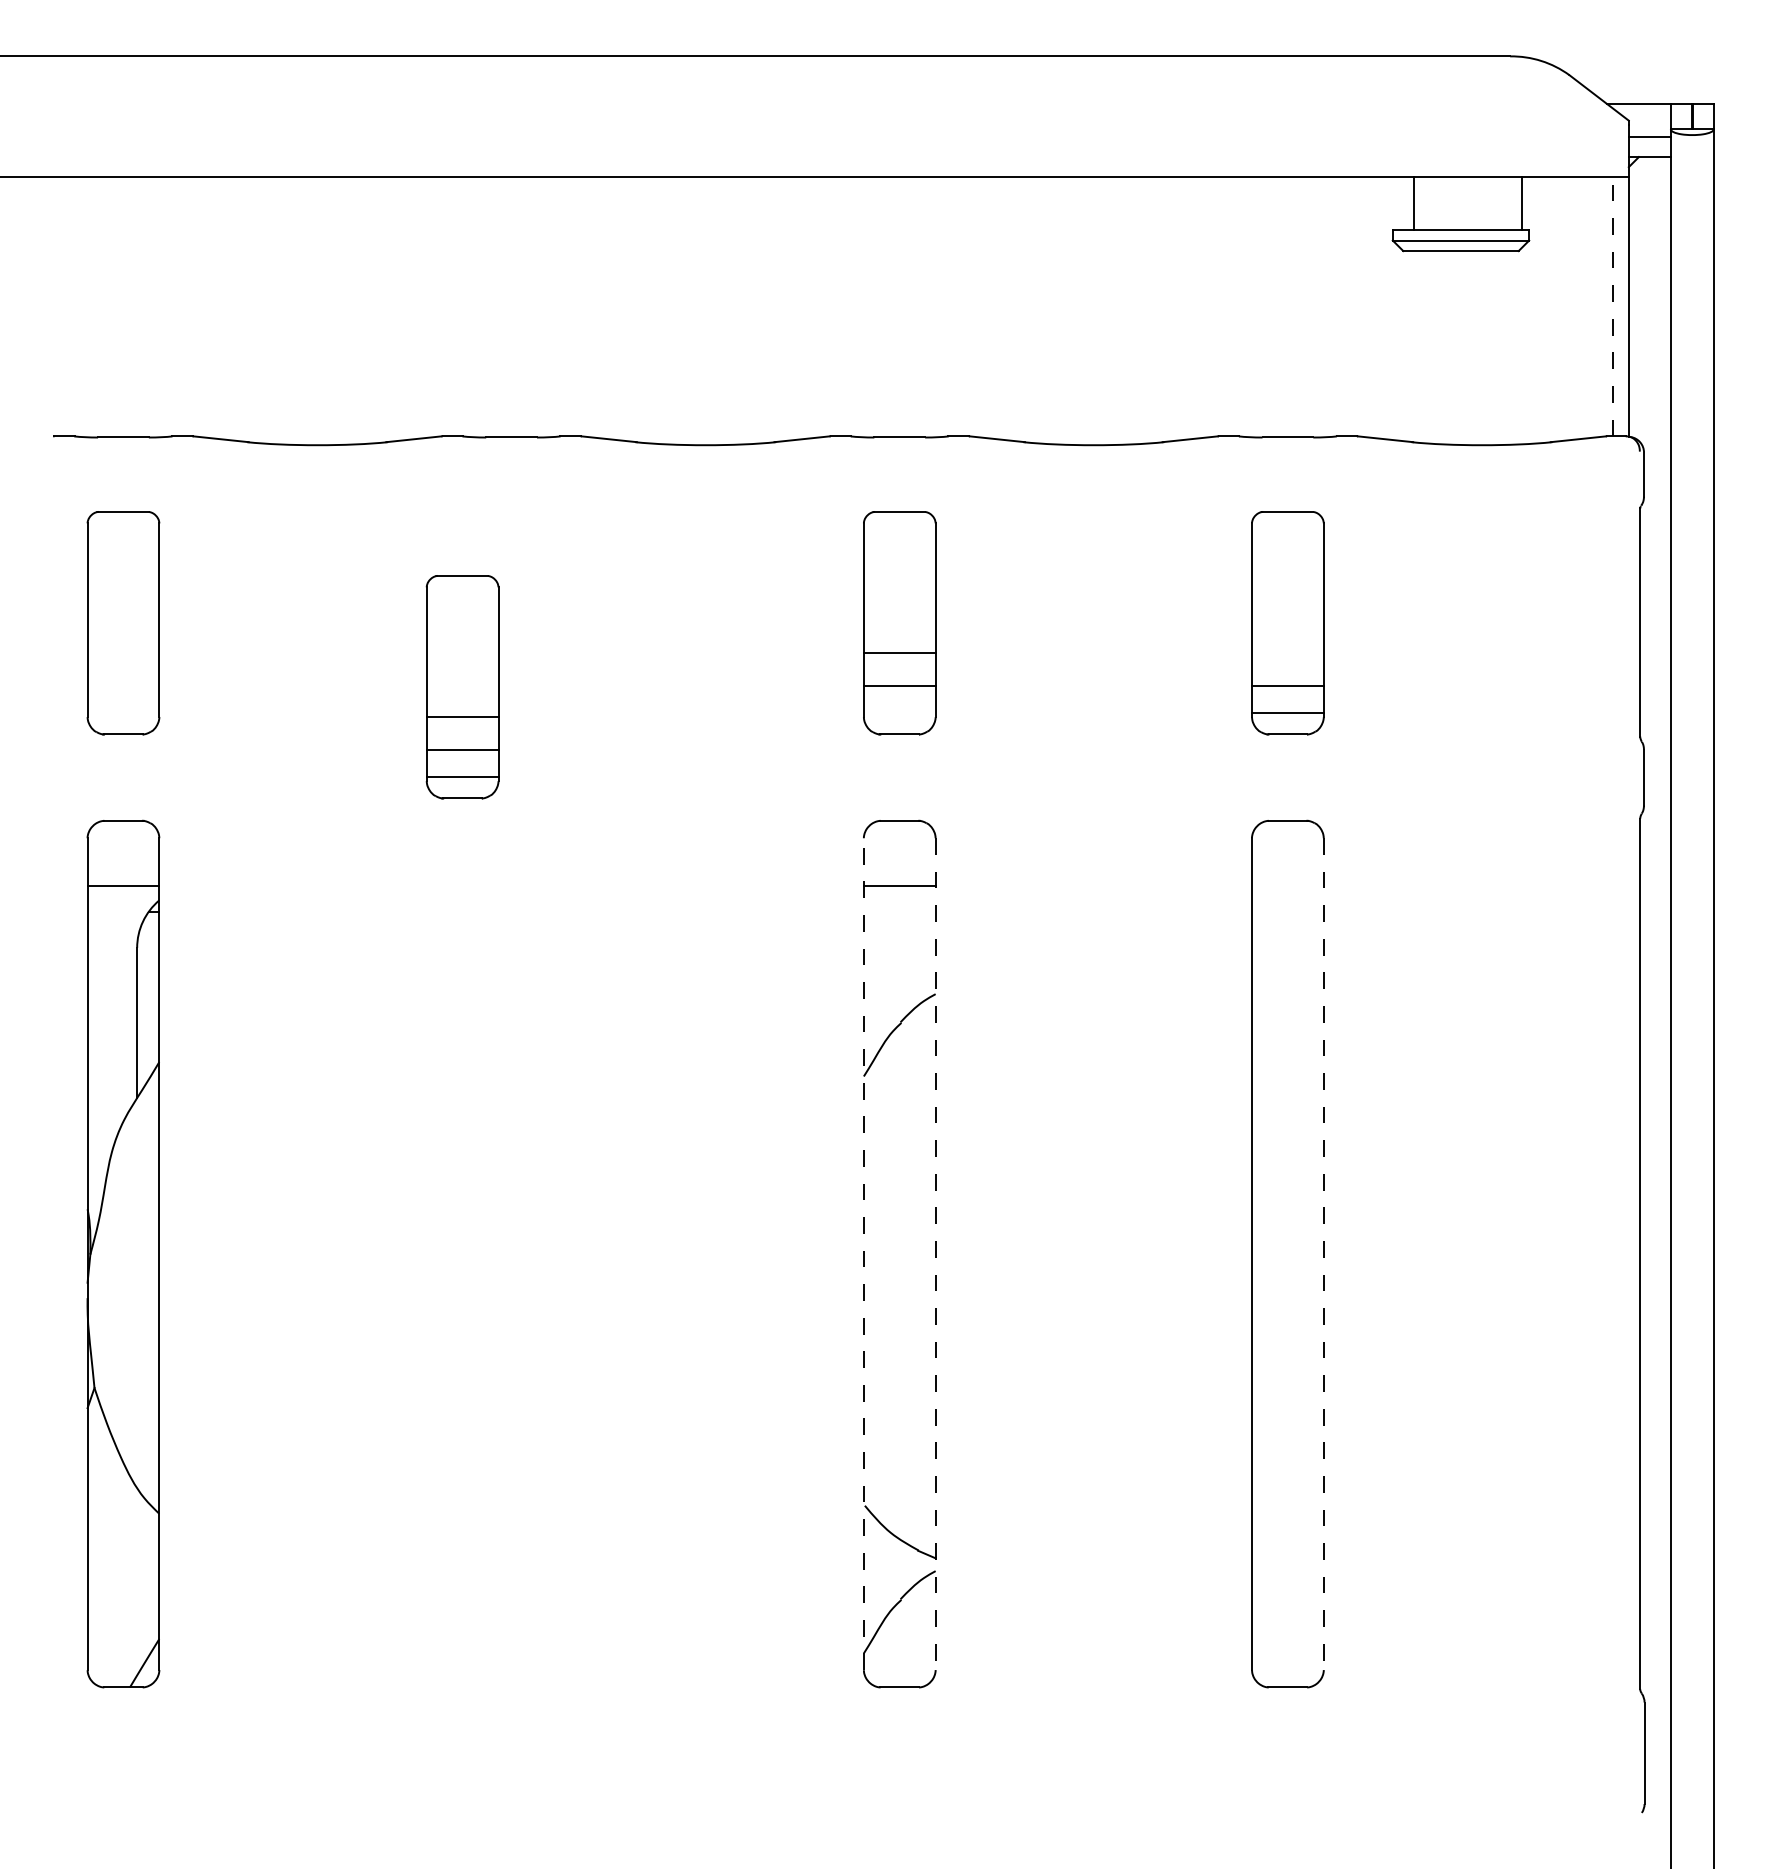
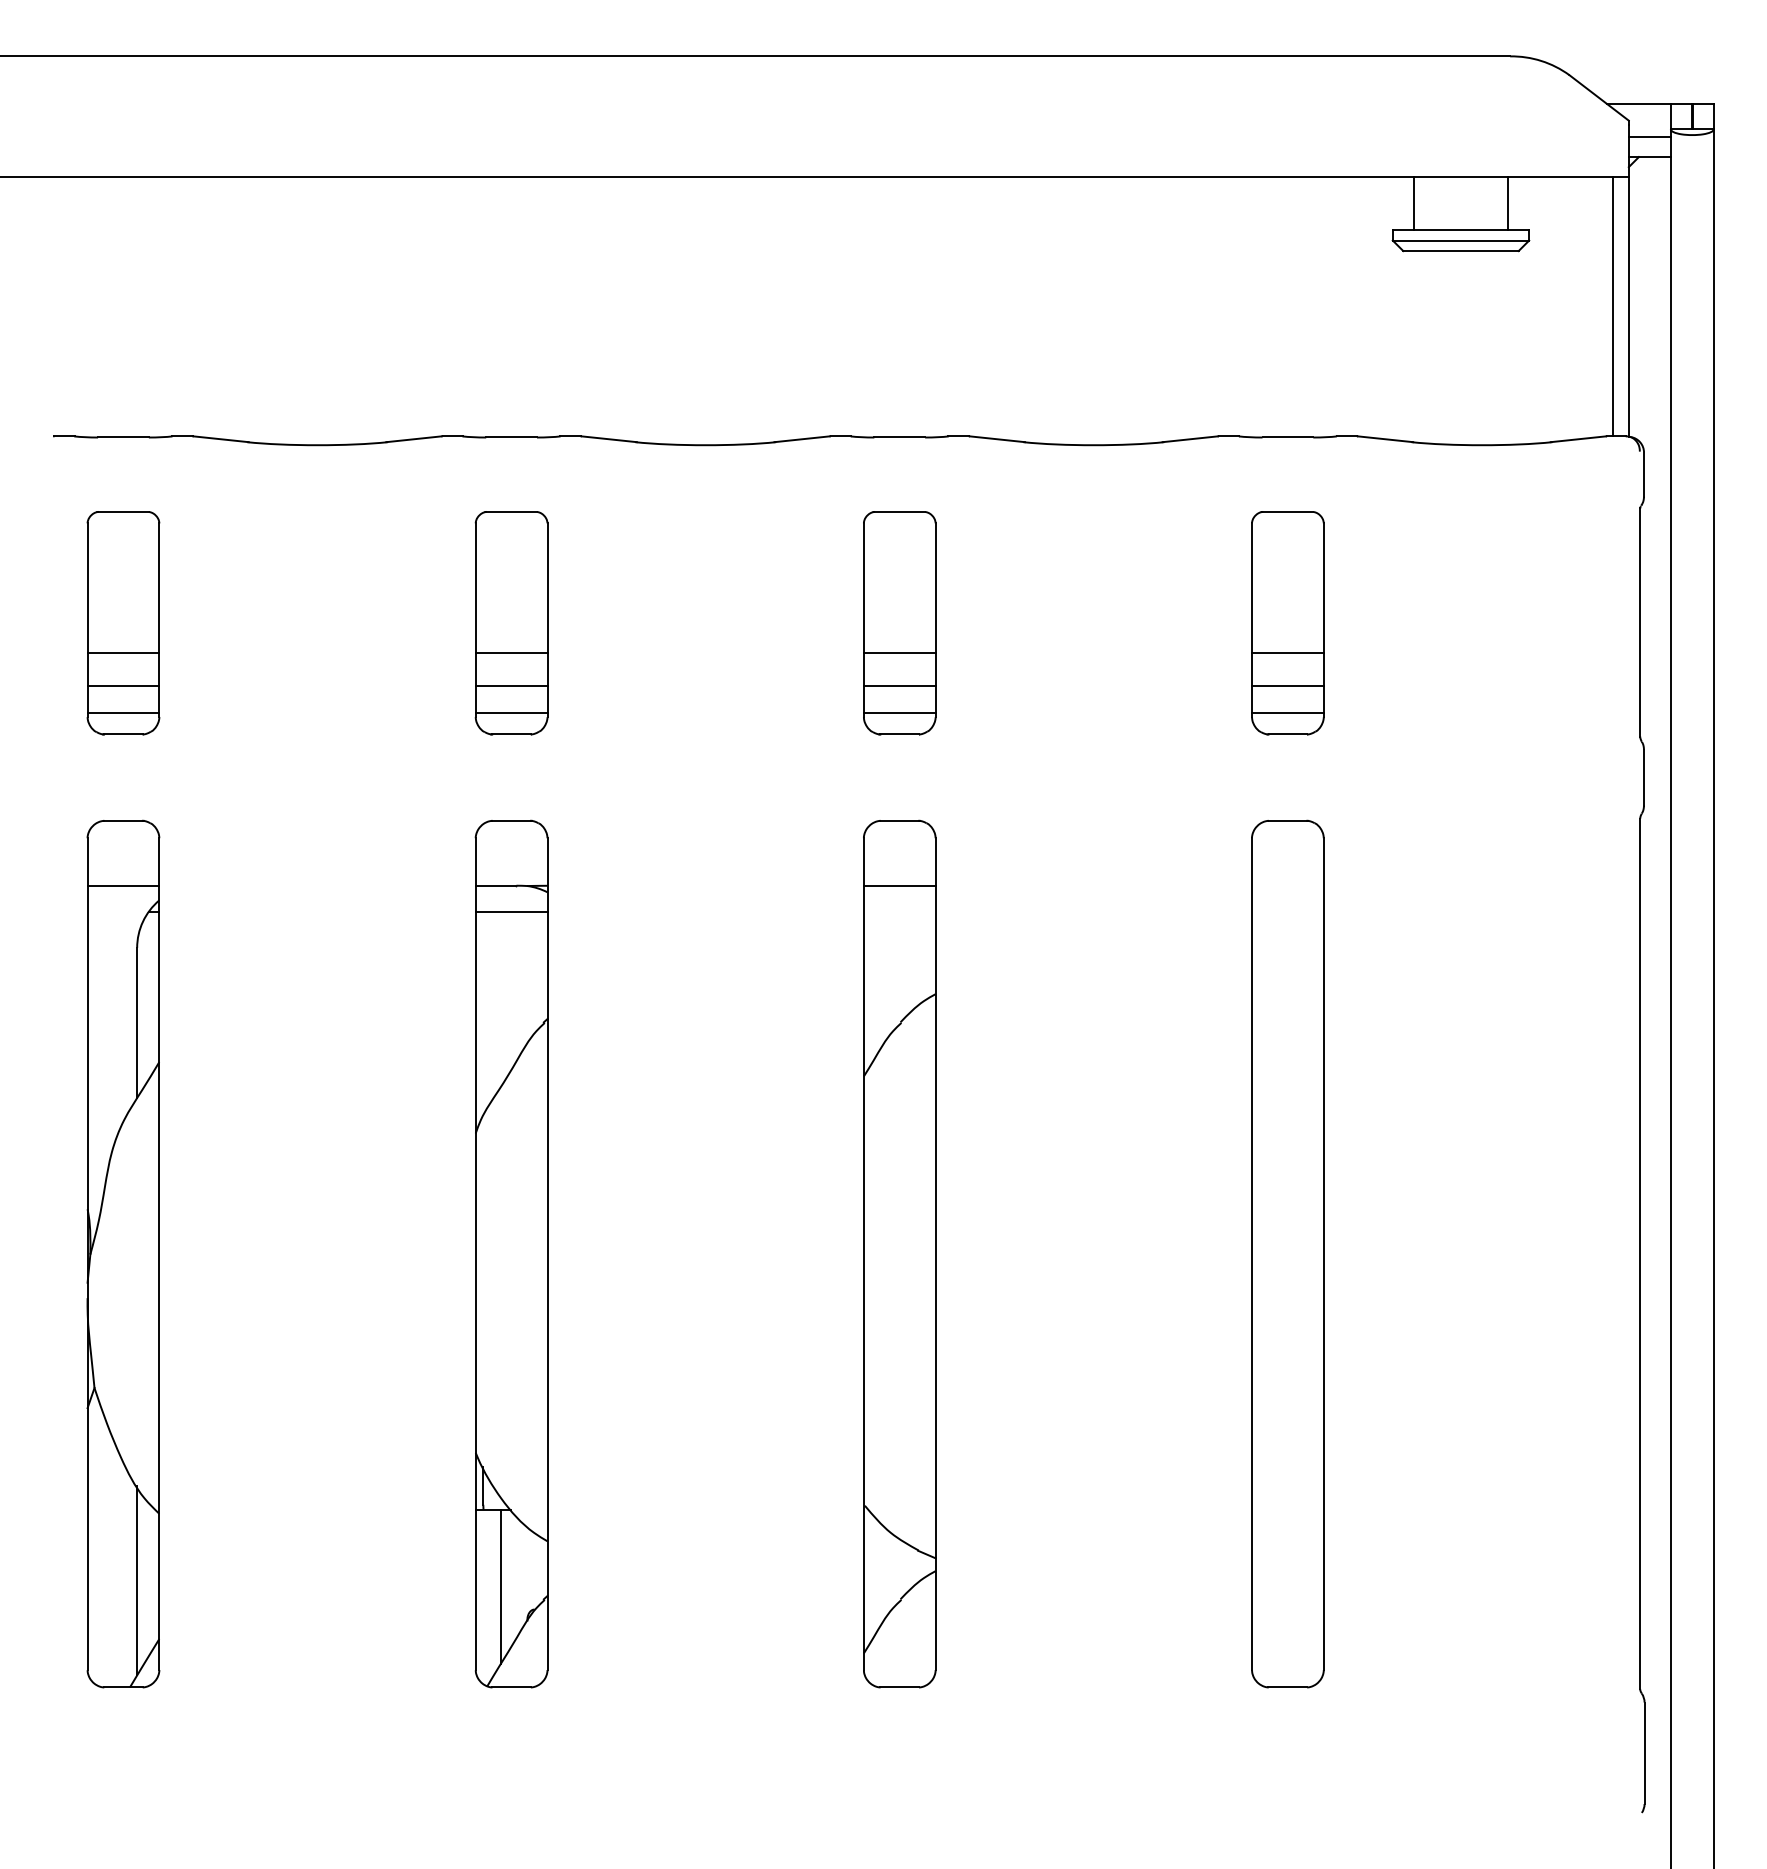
line at (1522, 203) position: (1522, 203) -> (1508, 203)
line at (1613, 306): dashed -> solid
line at (123, 653): none -> present
line at (1287, 653): none -> present
line at (123, 685): none -> present
part at (462, 687) position: (462, 687) -> (511, 623)
line at (123, 712): none -> present
line at (899, 712): none -> present
part at (511, 1253): none -> present
line at (863, 1253): dashed -> solid
line at (935, 1254): dashed -> solid
line at (1323, 1254): dashed -> solid
line at (137, 1580): none -> present
